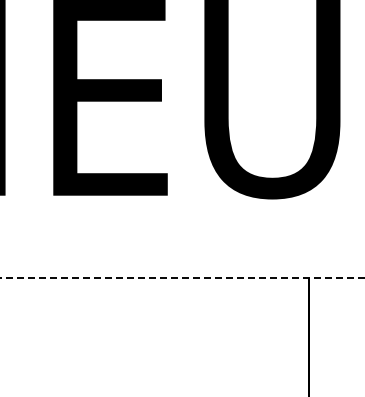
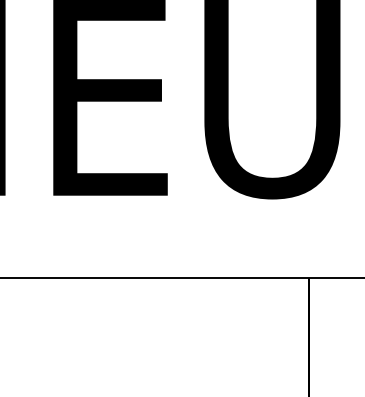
line at (182, 278): dashed -> solid
